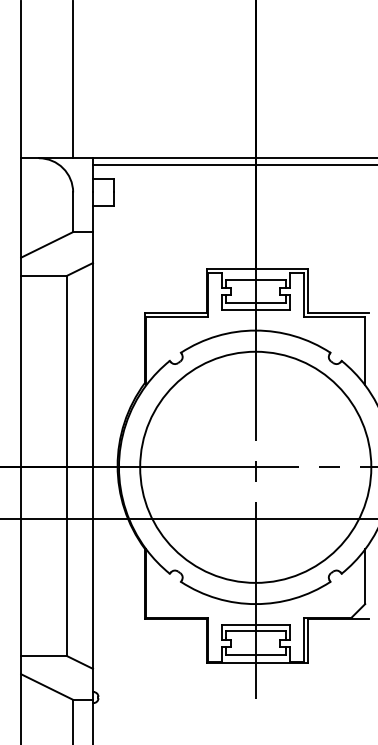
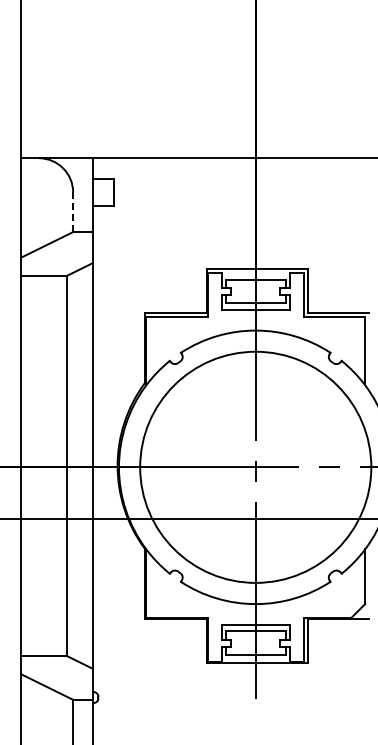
line at (73, 80): present -> none
line at (233, 165): present -> none
line at (73, 212): solid -> dashed
